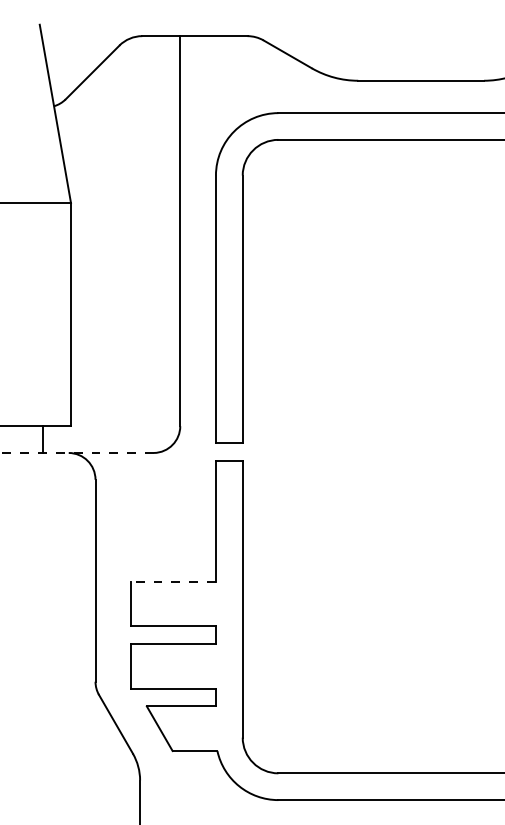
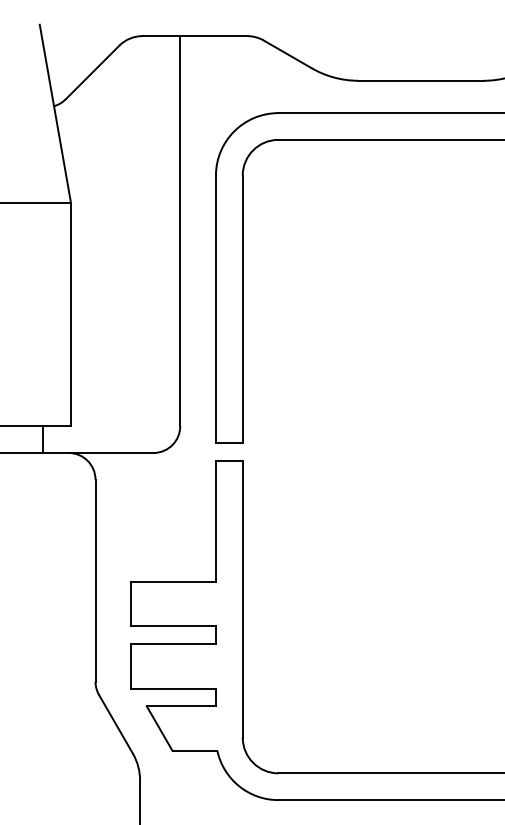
line at (77, 452): dashed -> solid
line at (173, 581): dashed -> solid
